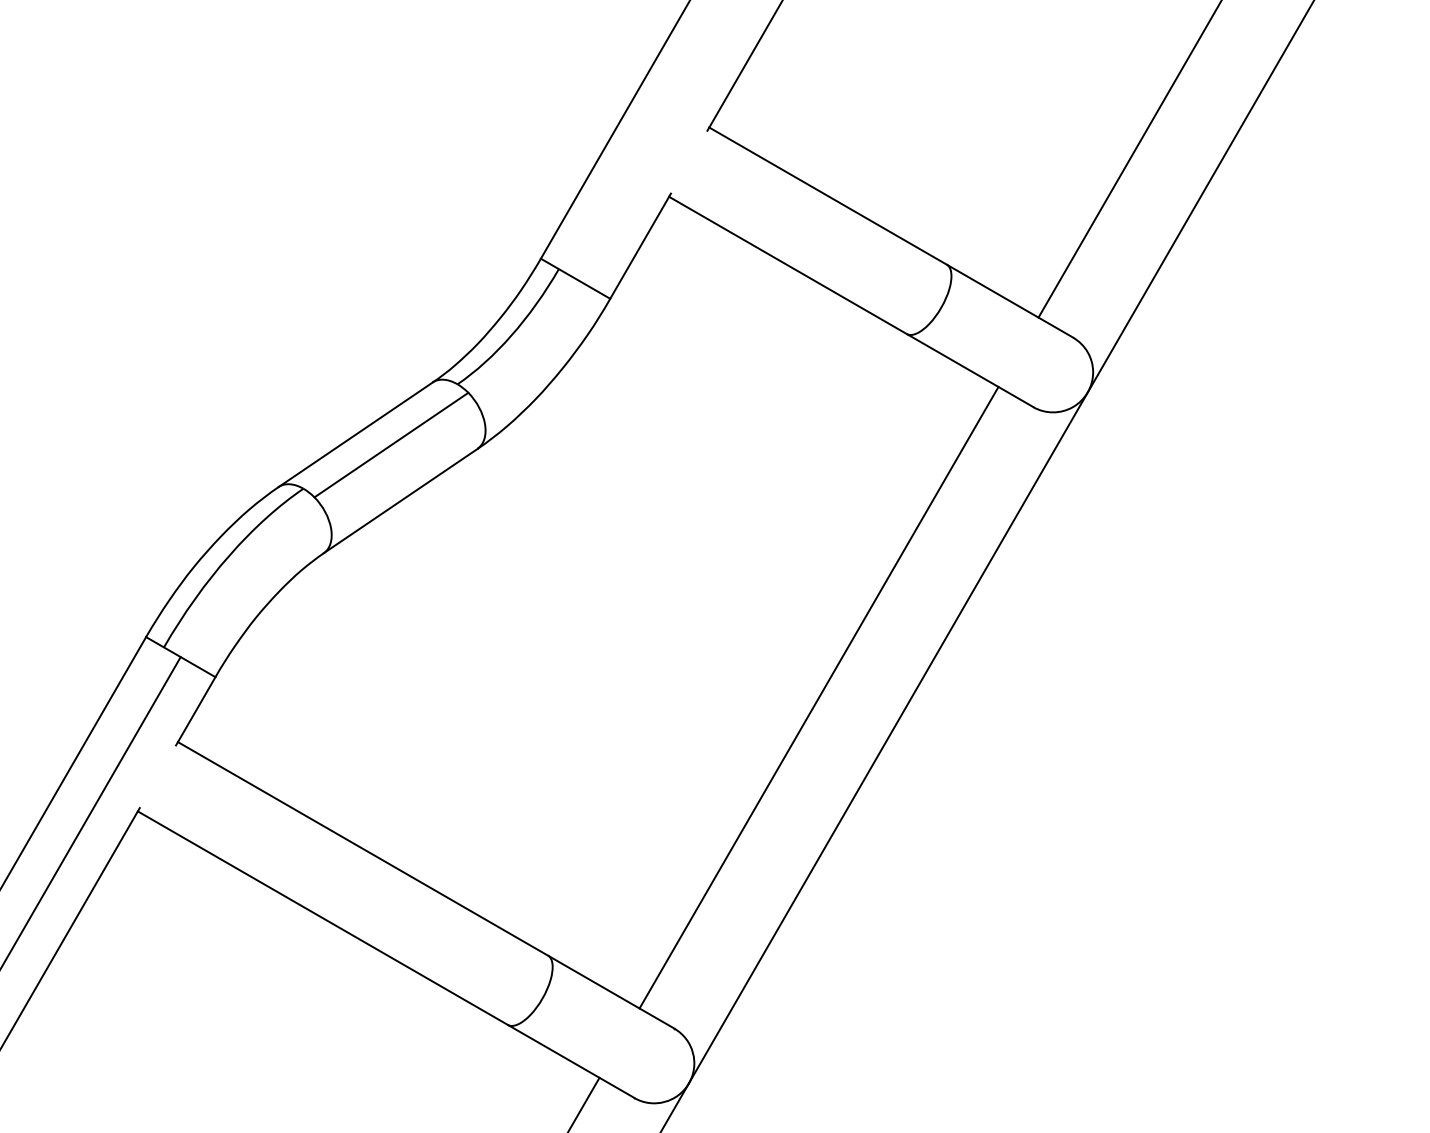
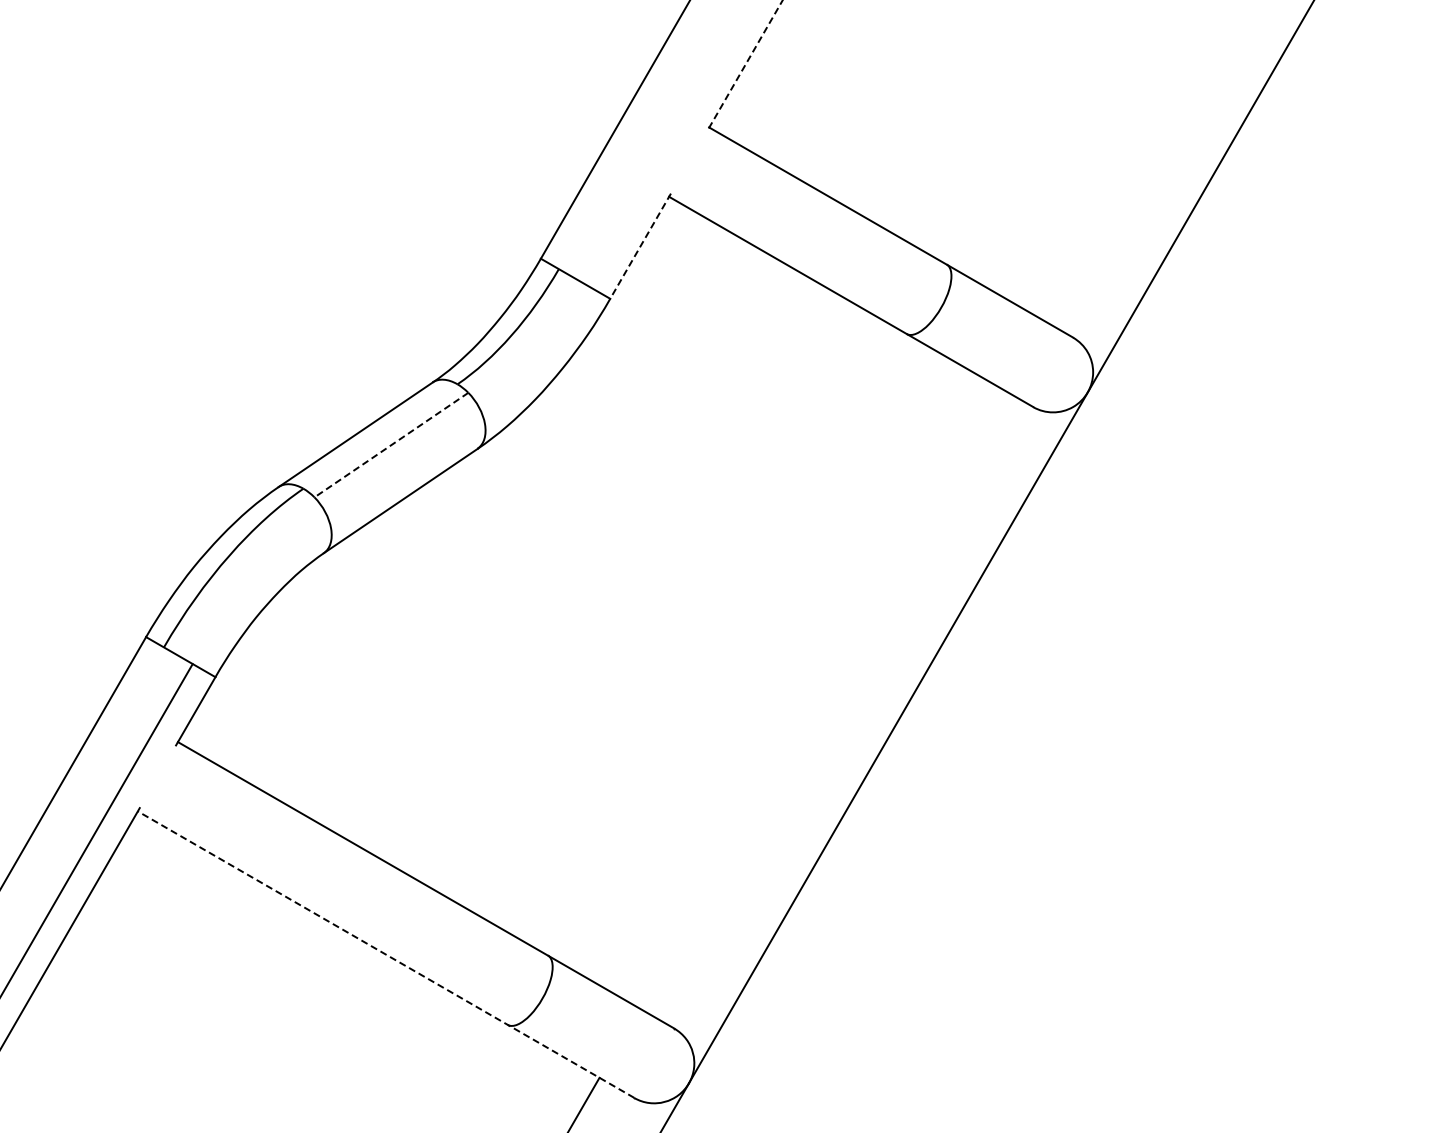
line at (744, 65): solid -> dashed
line at (1129, 159): present -> none
line at (640, 246): solid -> dashed
line at (391, 445): solid -> dashed
line at (818, 697): present -> none
line at (91, 811) position: (91, 811) -> (97, 829)
line at (386, 954): solid -> dashed
